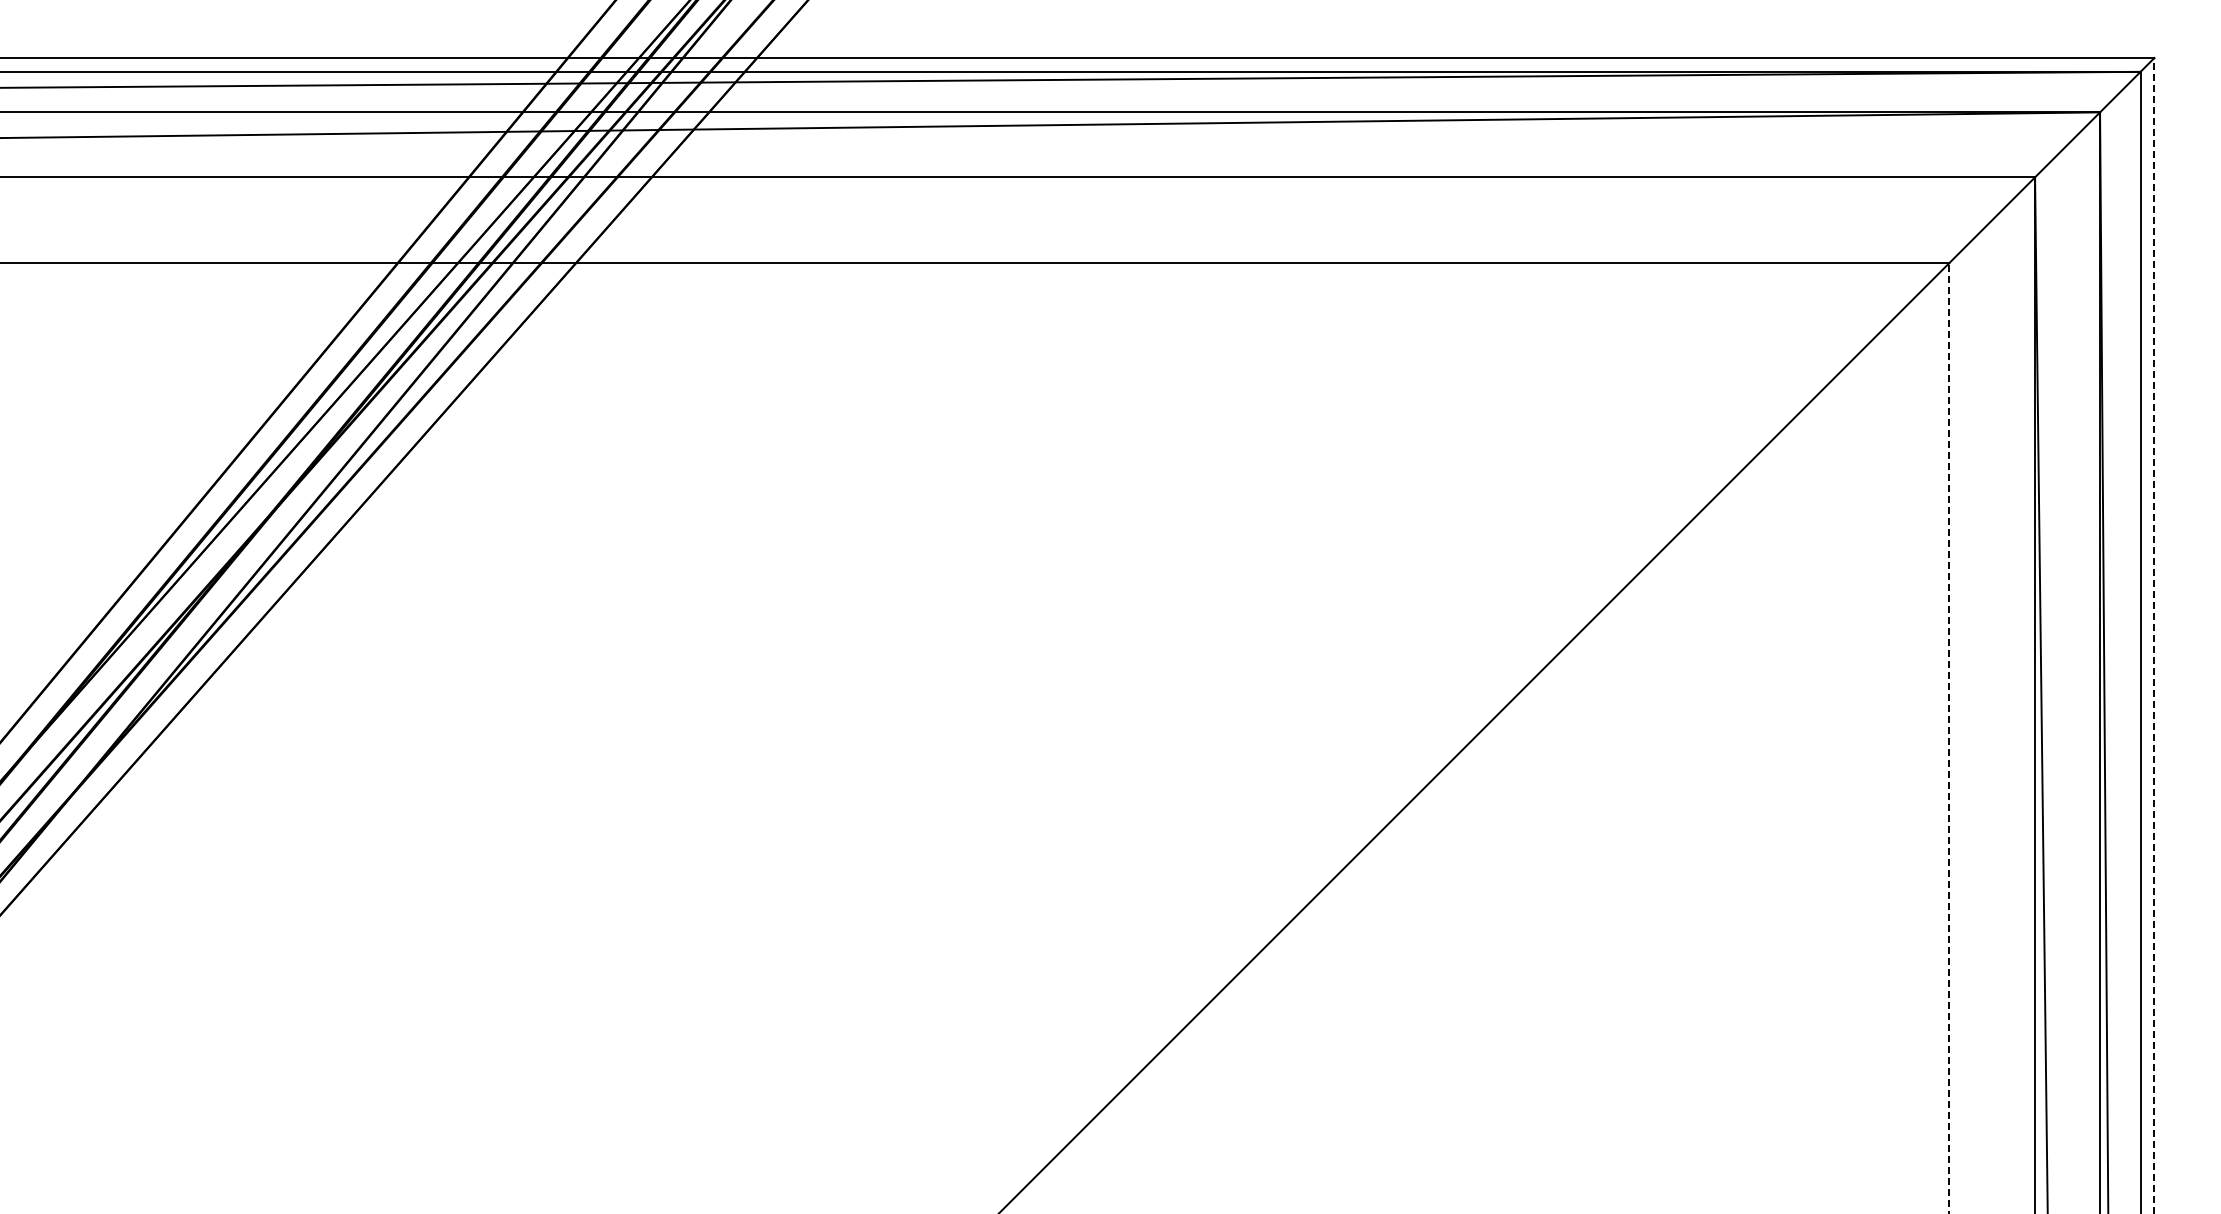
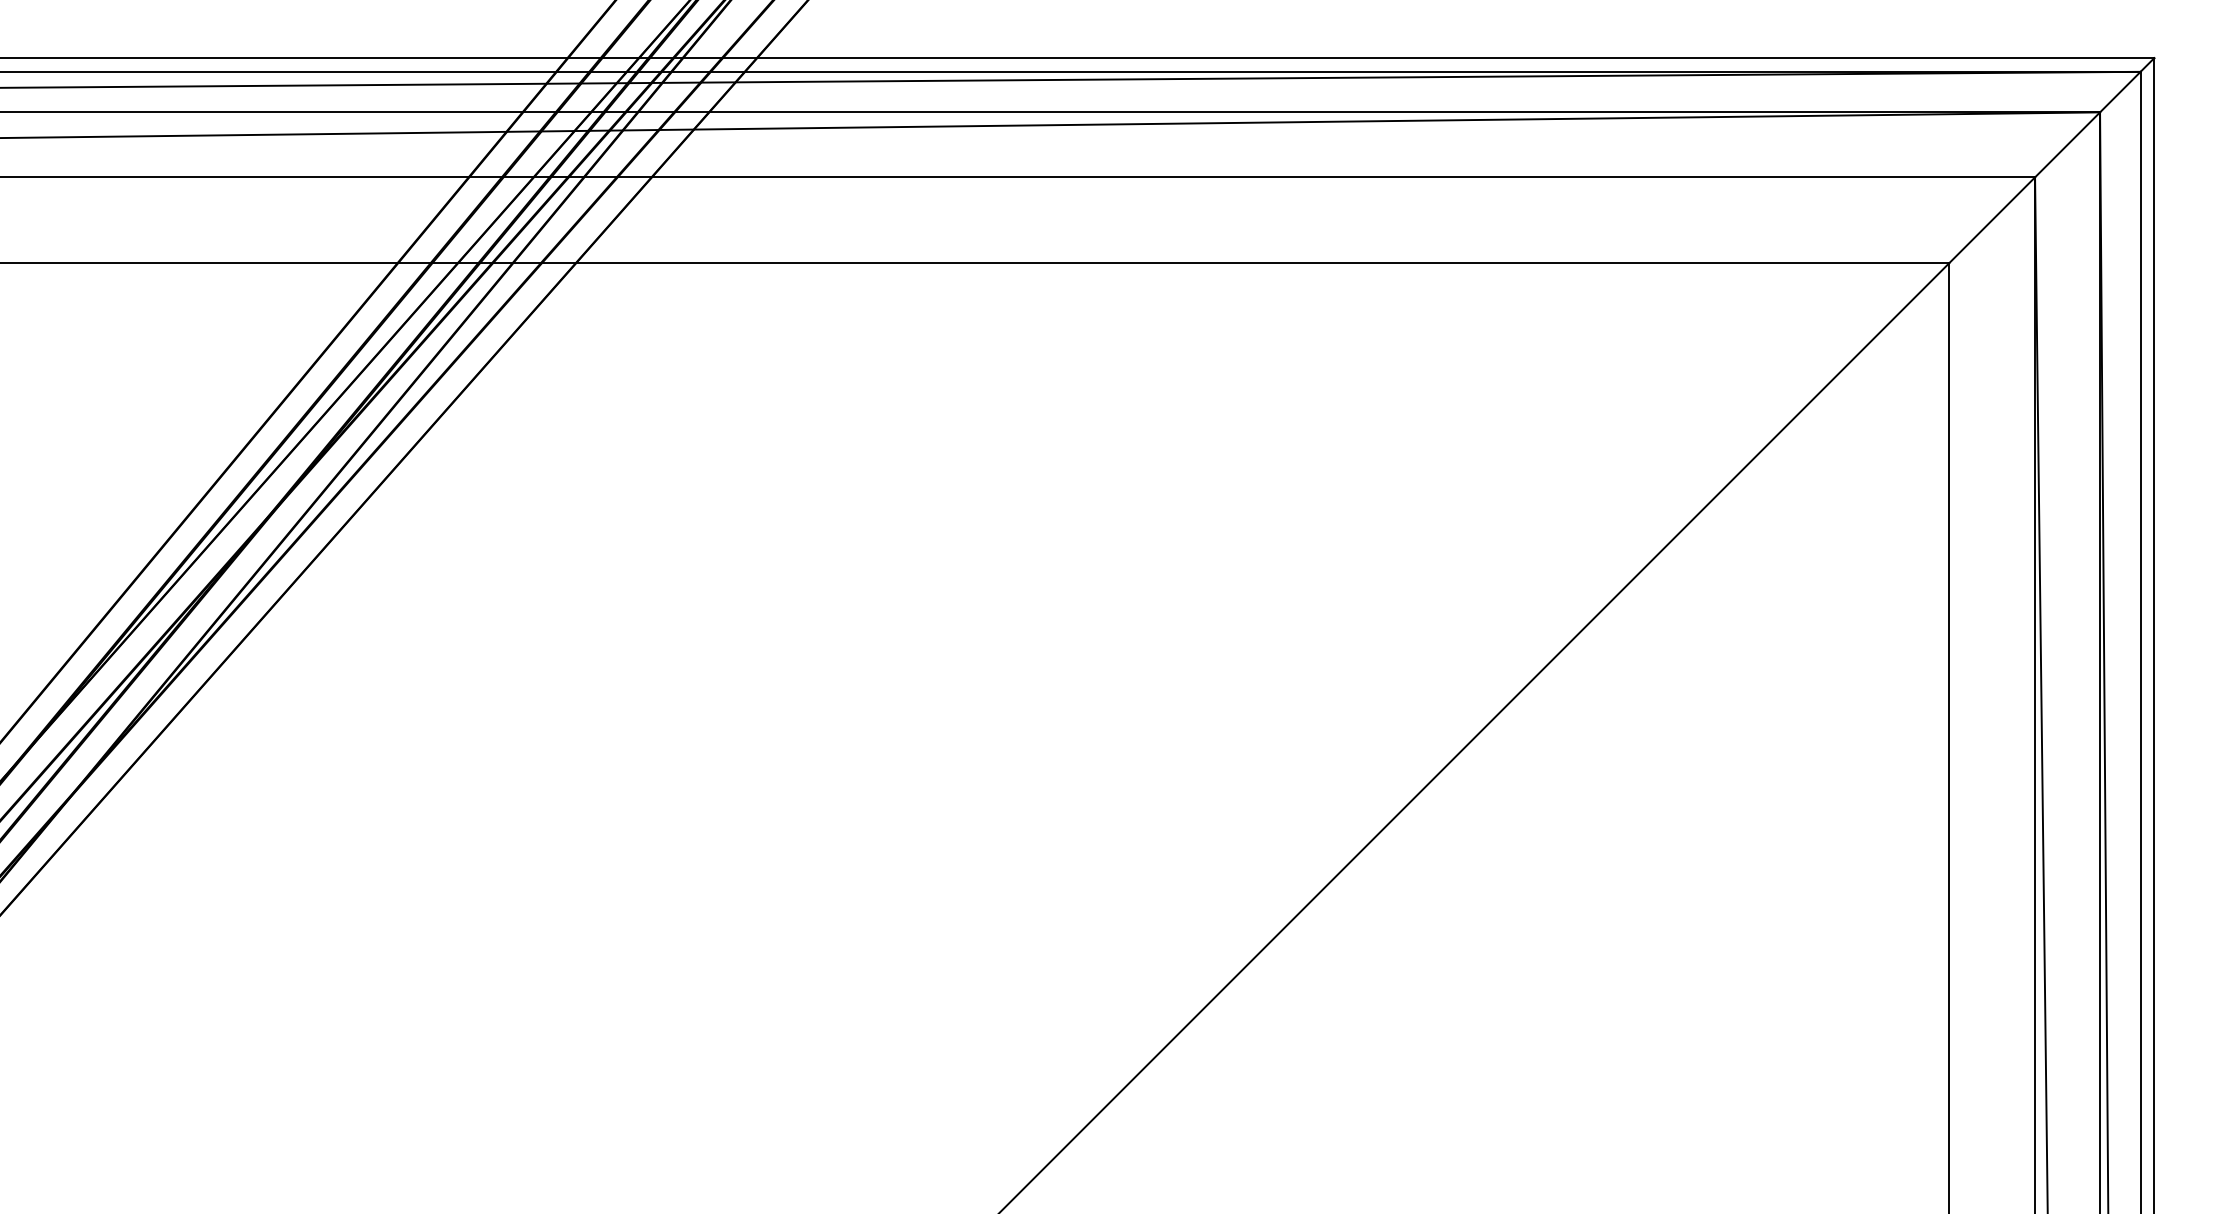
line at (2154, 635): dashed -> solid
line at (1949, 738): dashed -> solid
